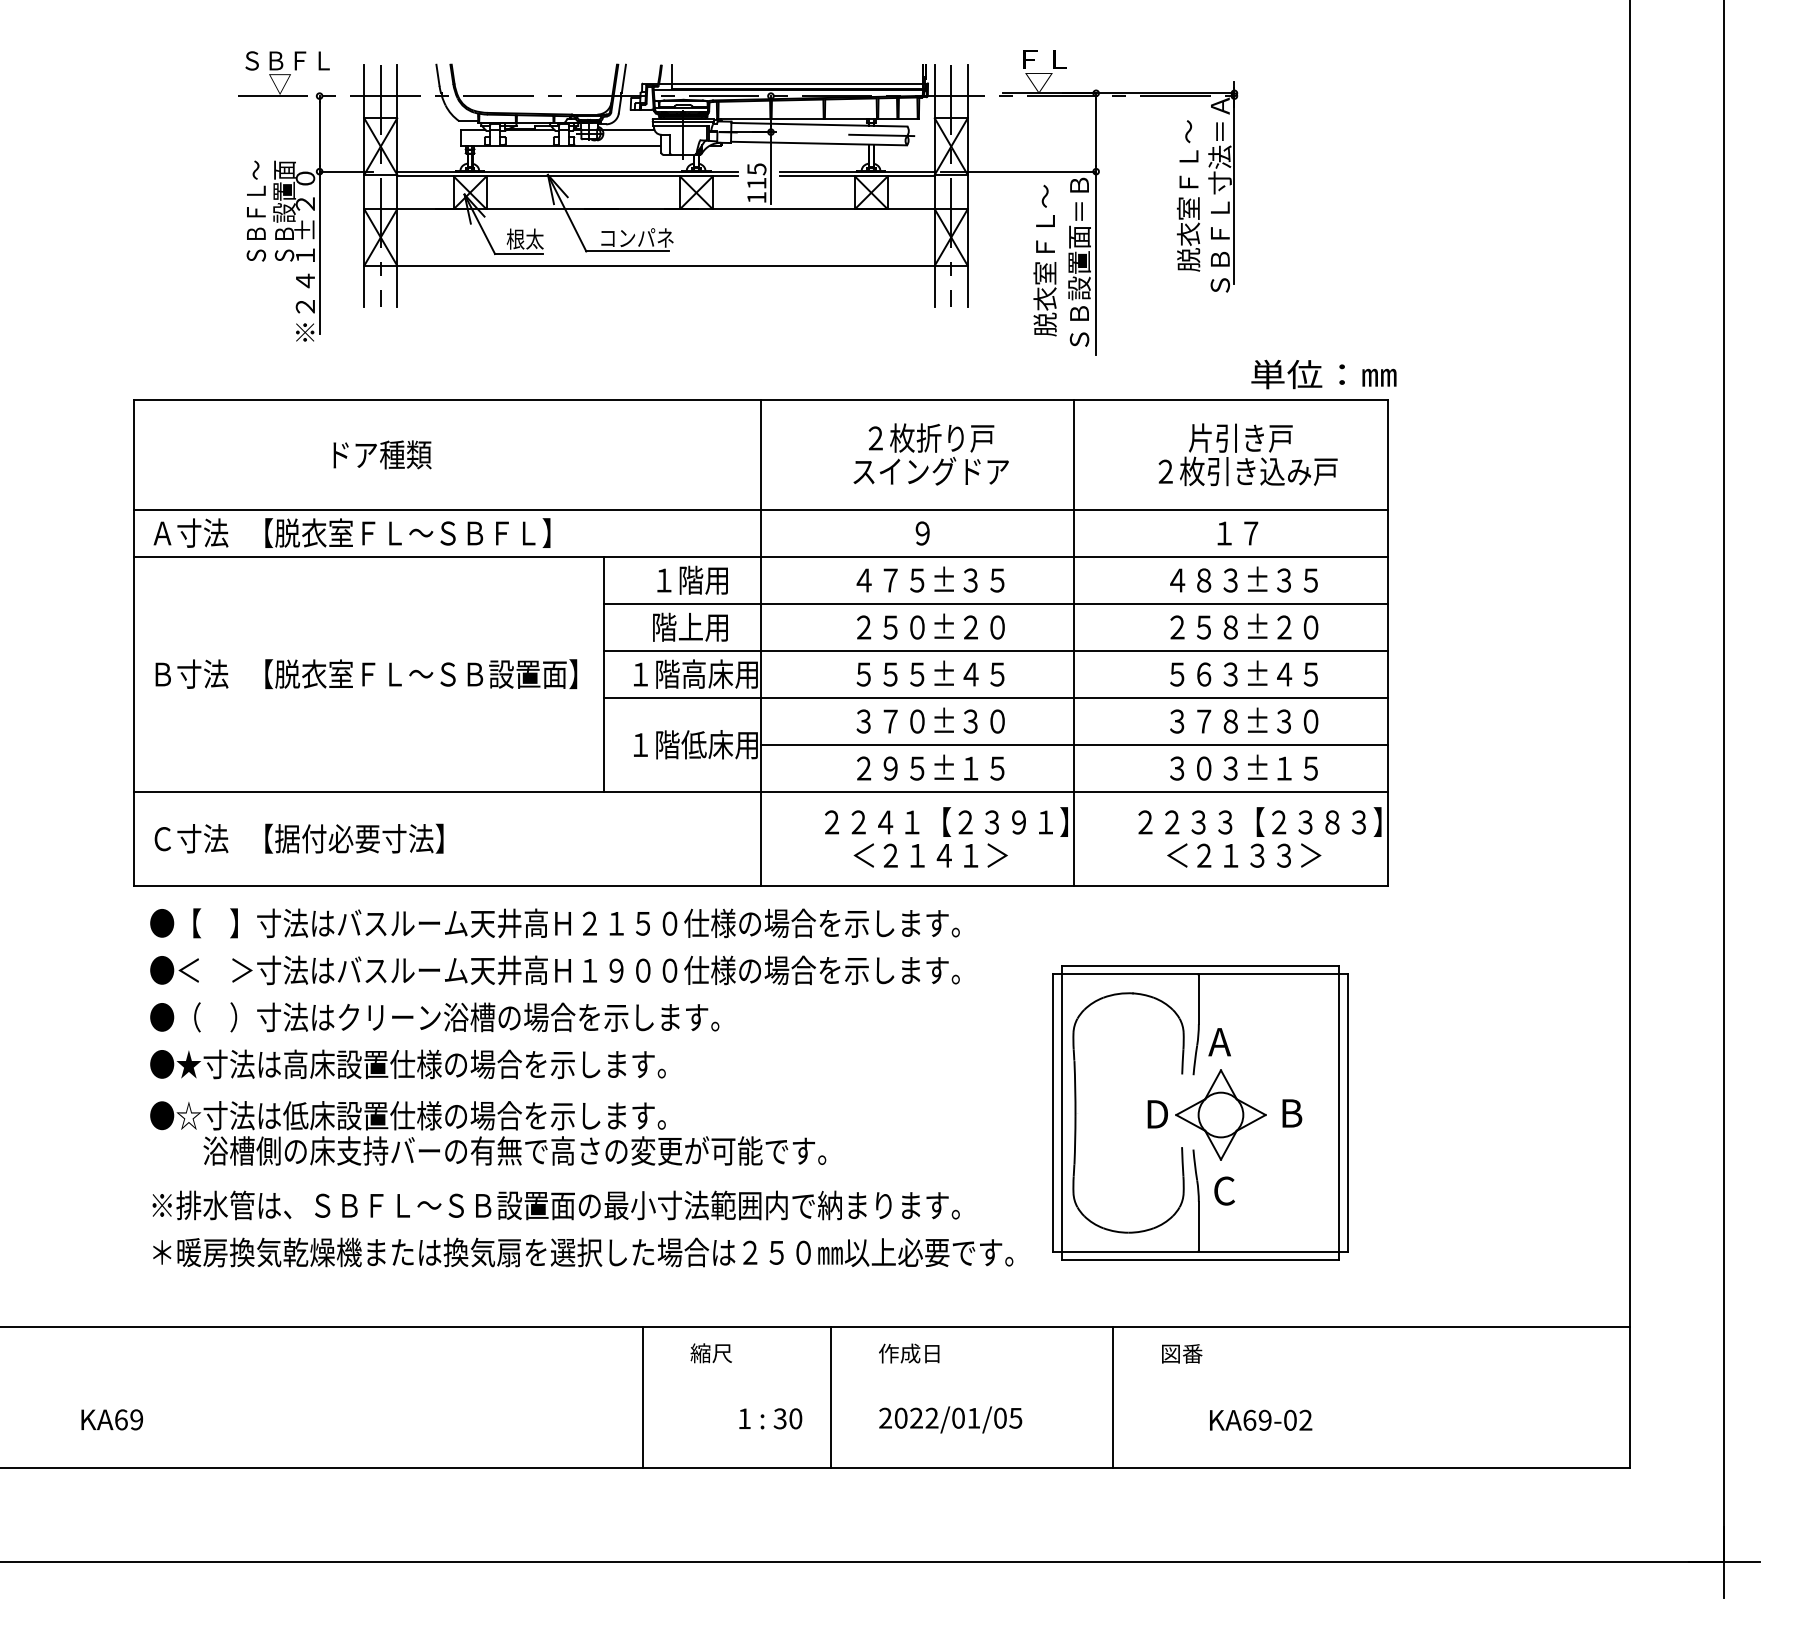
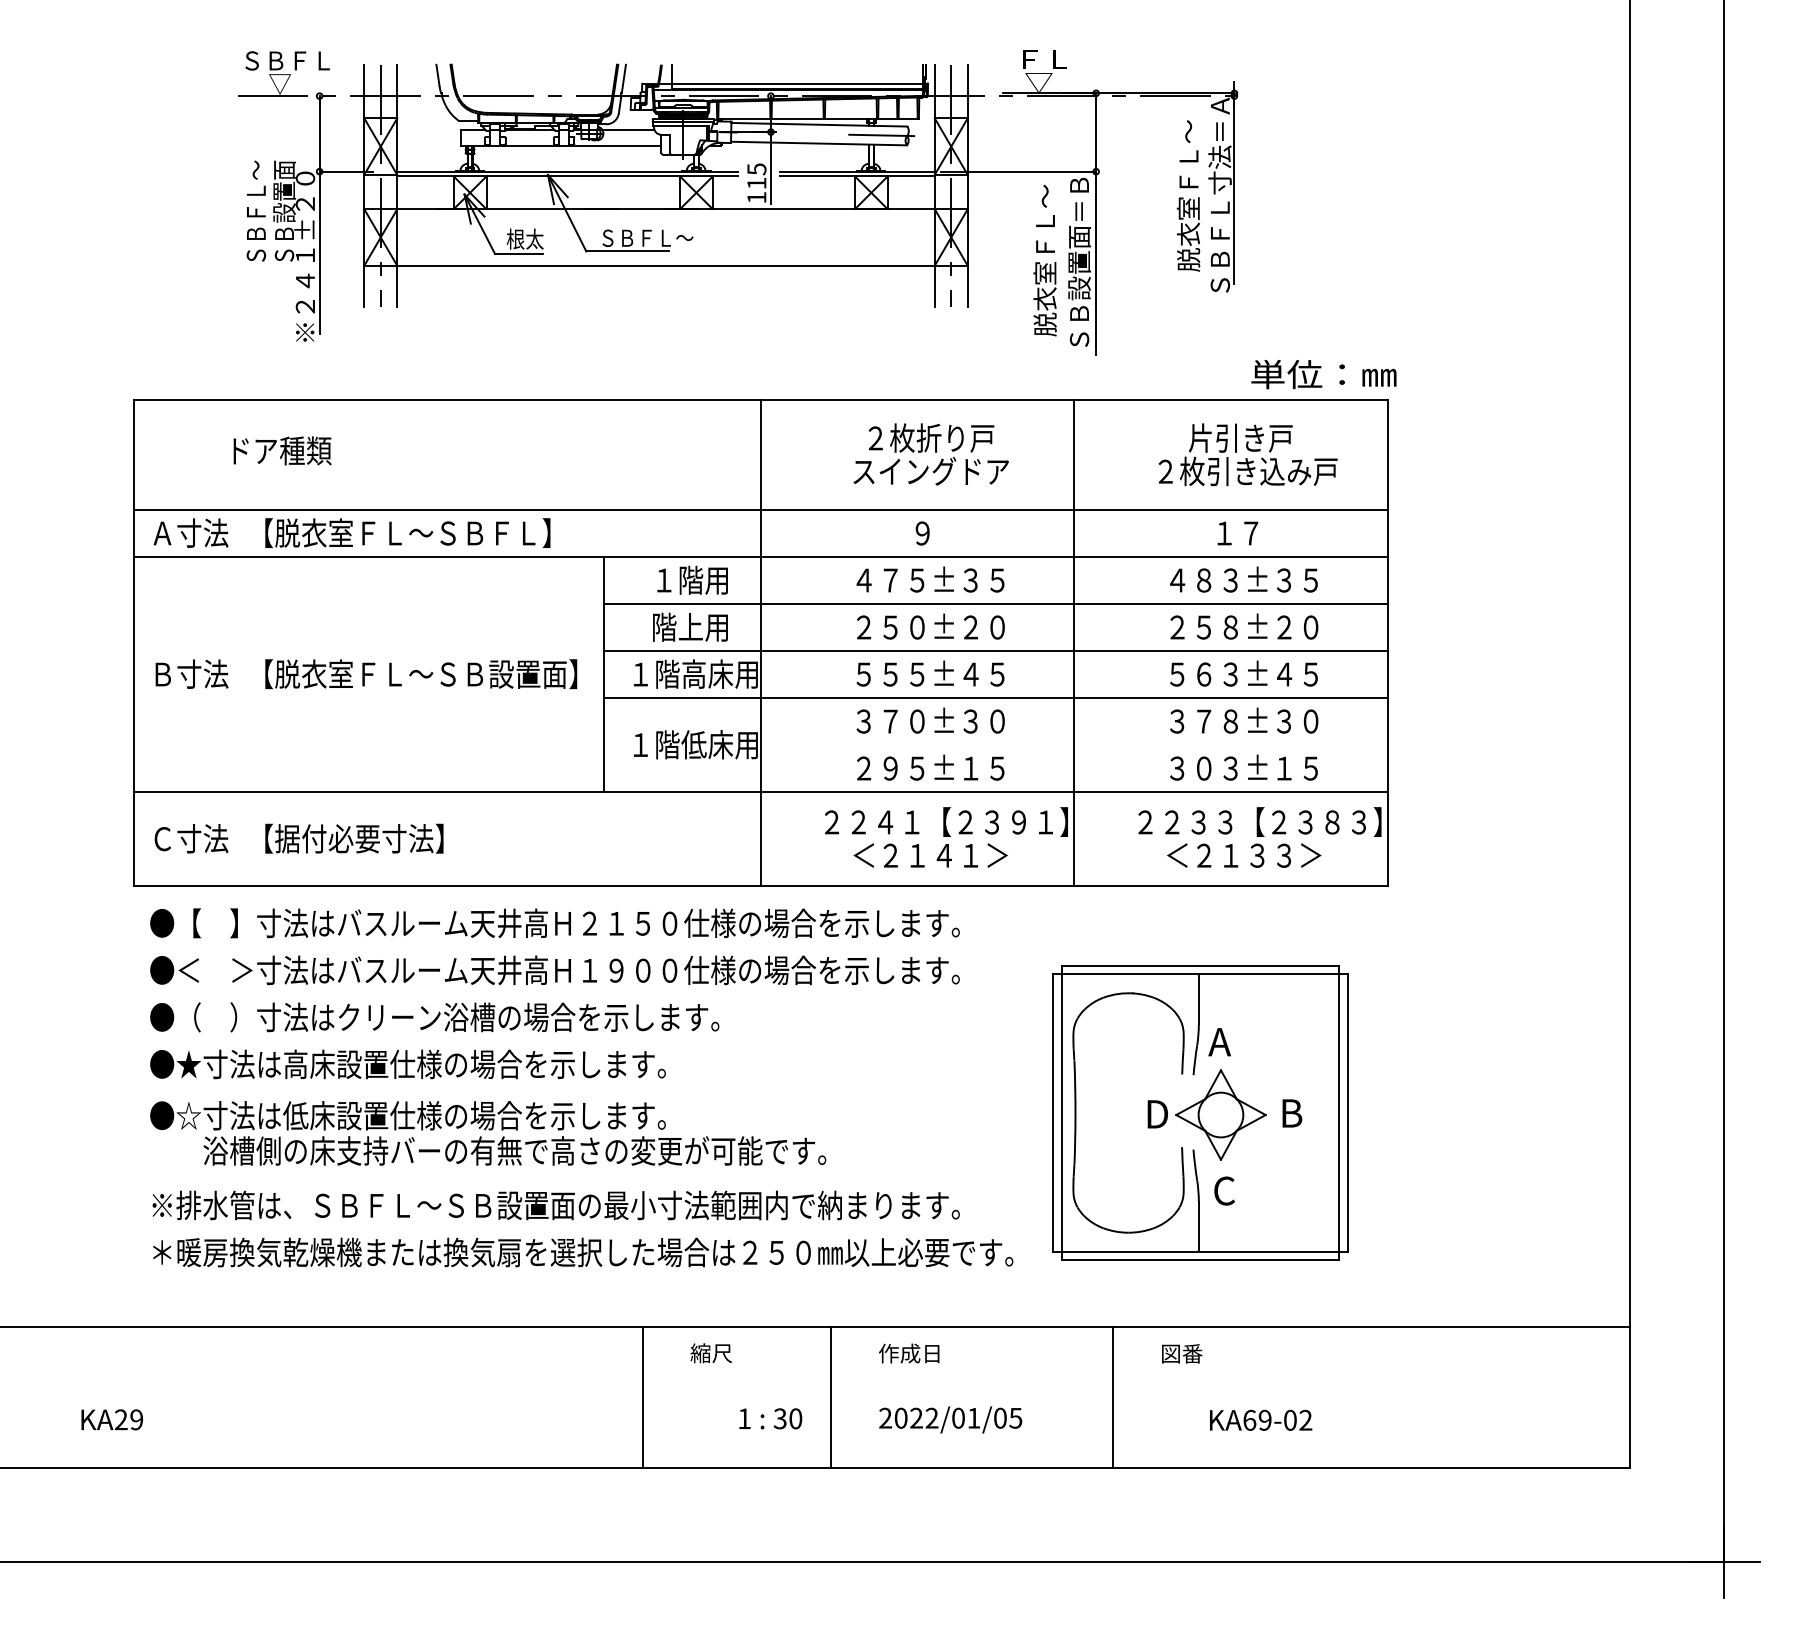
text at (647, 237): コンパネ -> ＳＢＦＬ～
text at (382, 454) position: (382, 454) -> (282, 450)
line at (1074, 745): present -> none
text at (120, 1419): KA69 -> KA29
